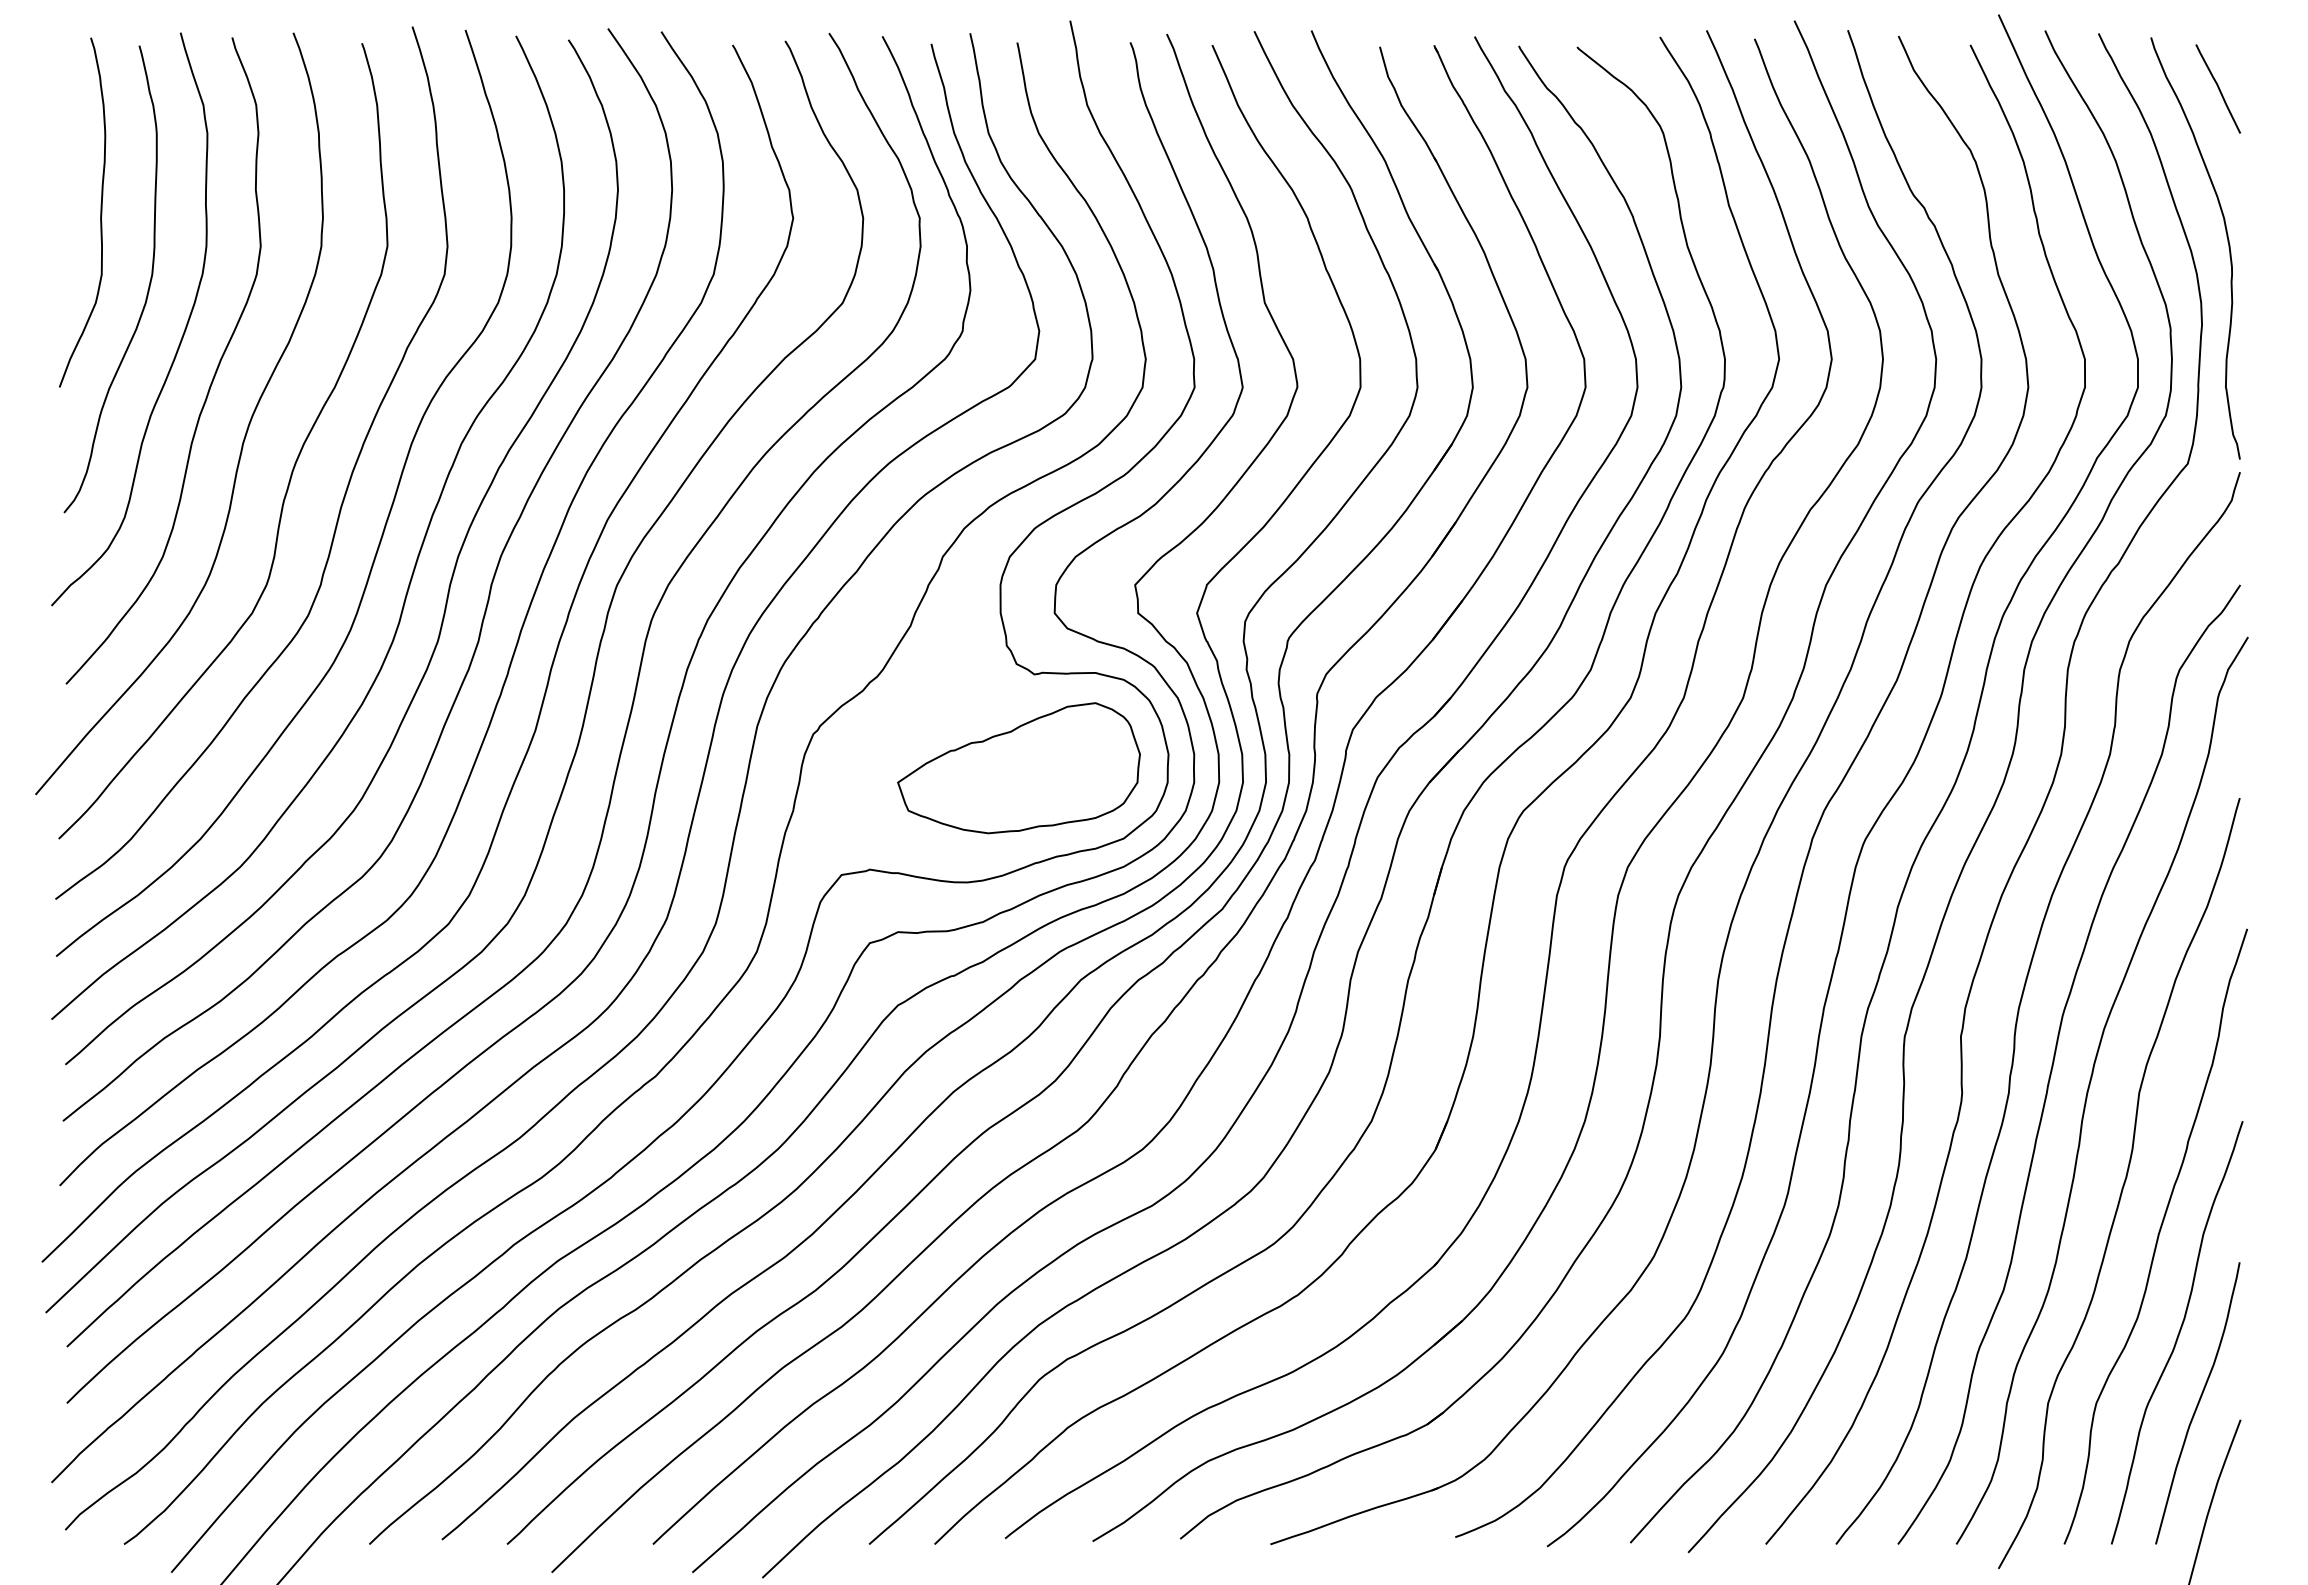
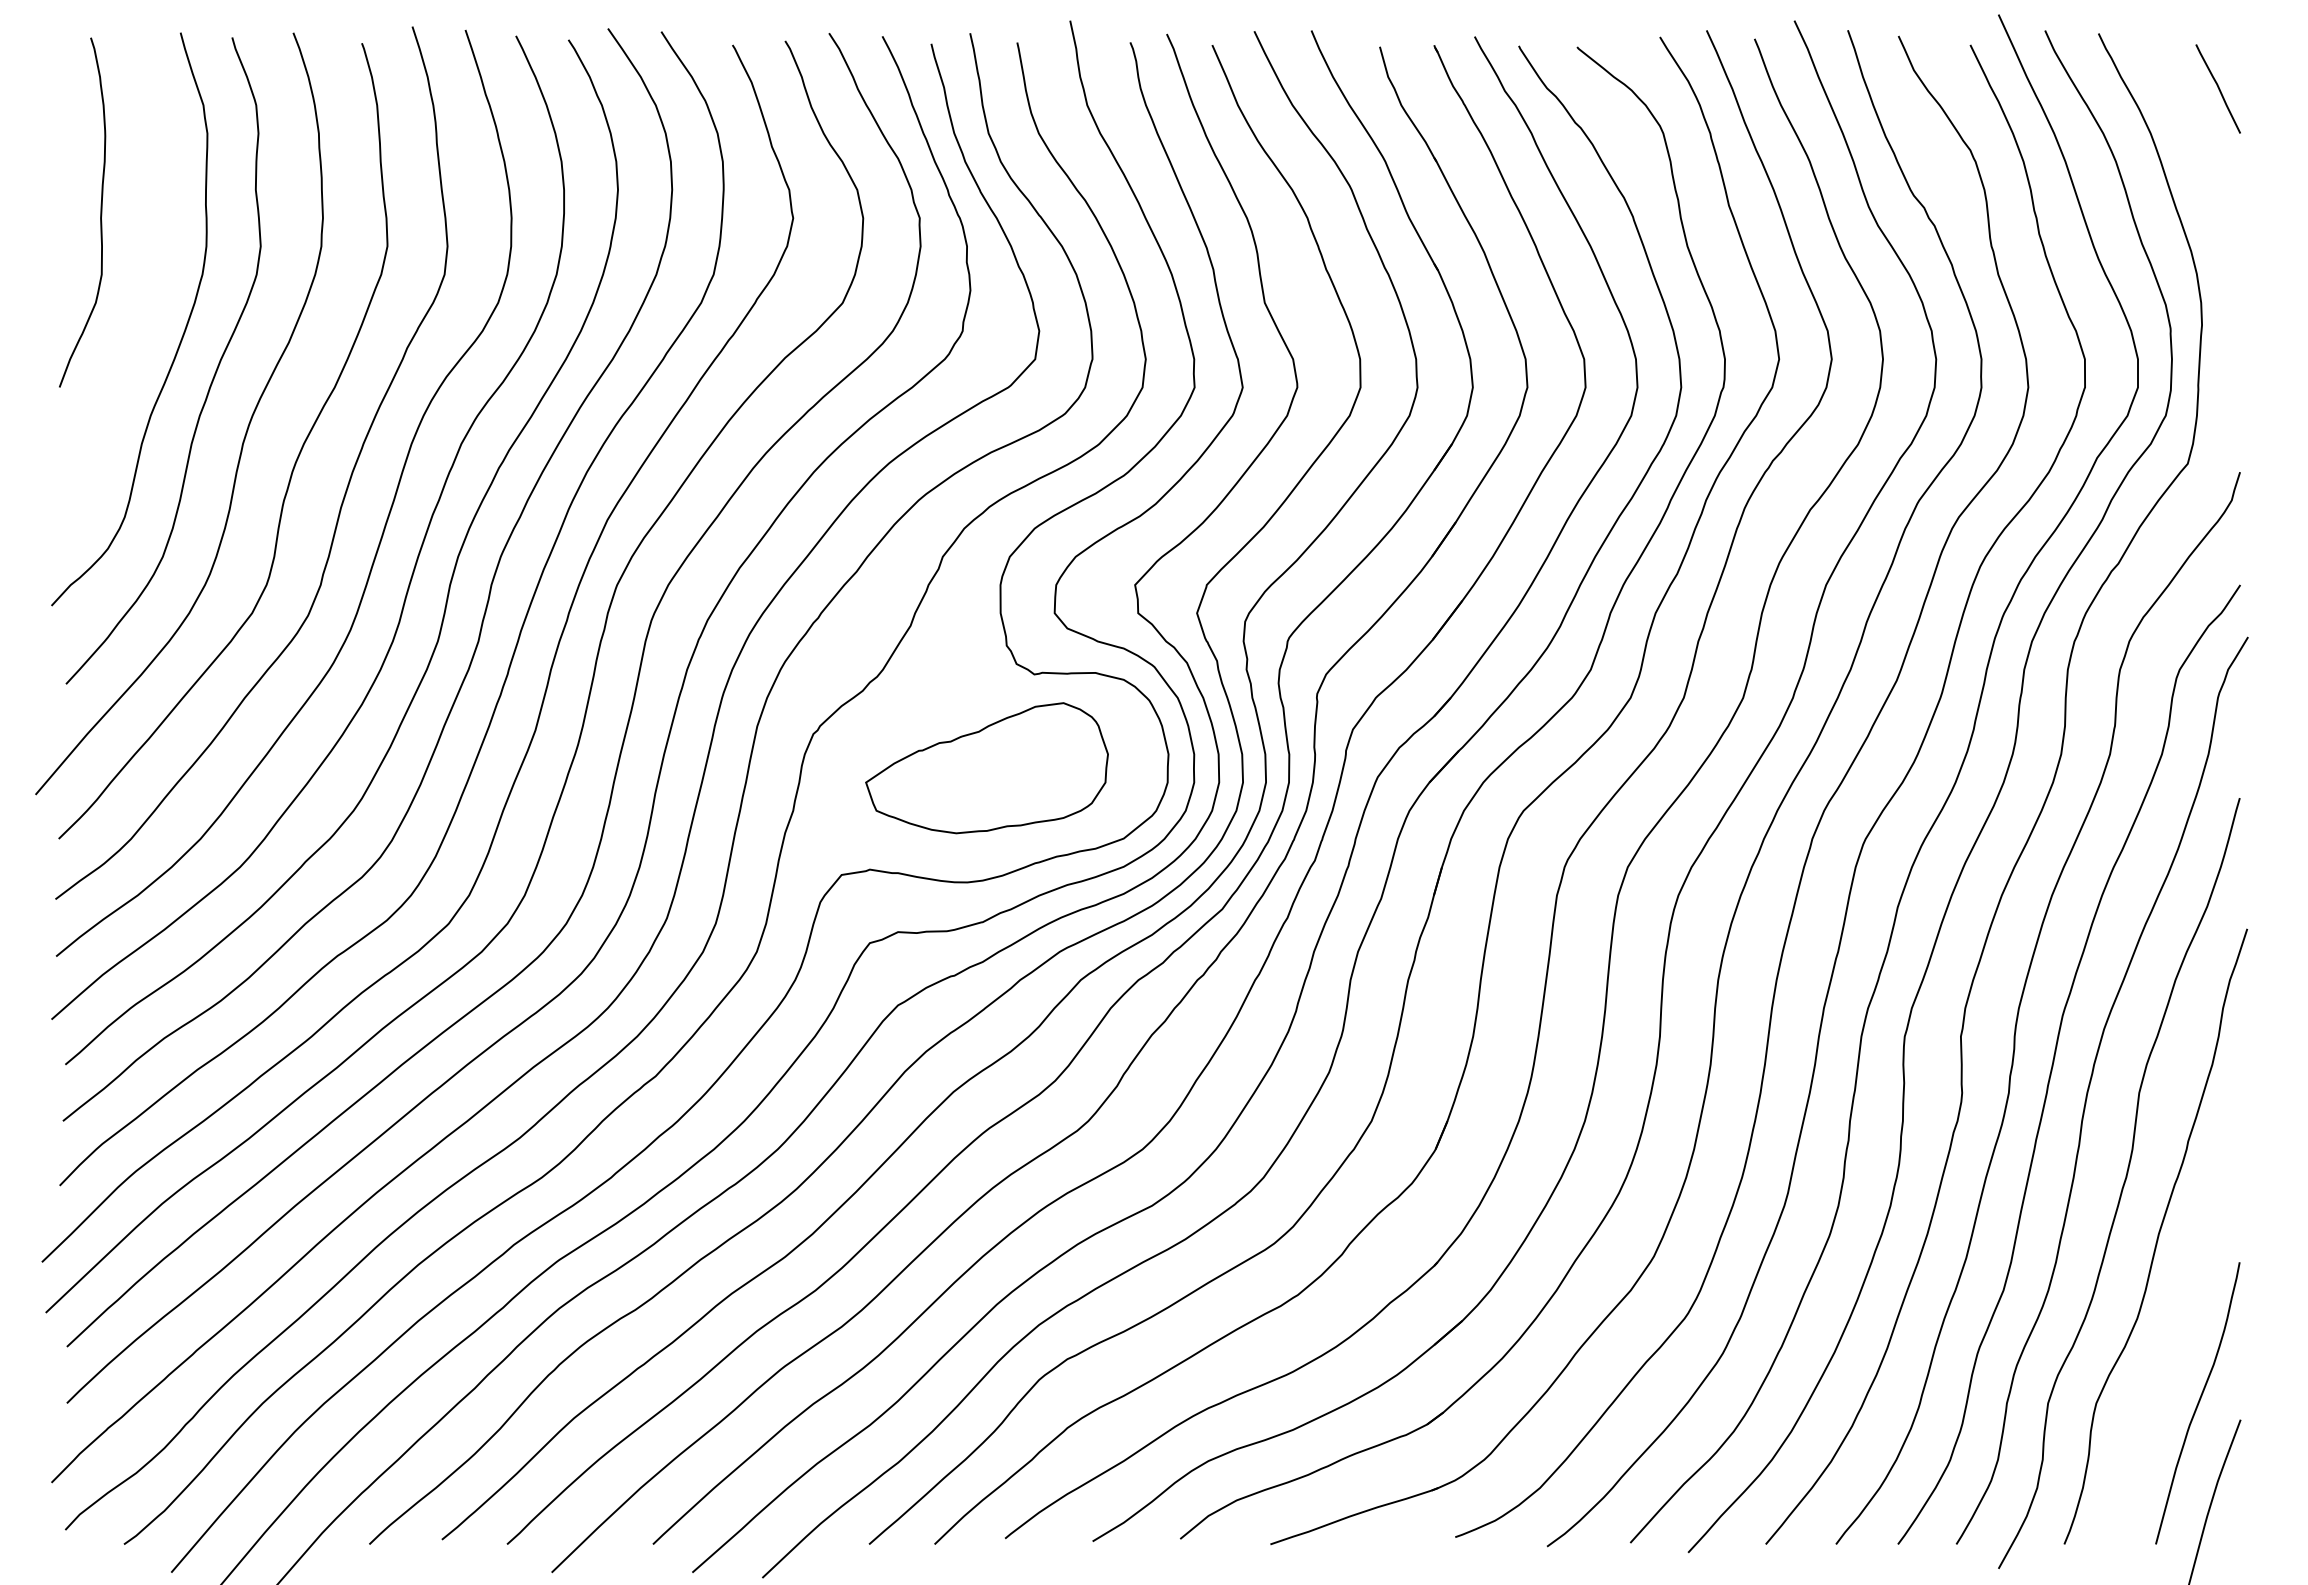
curve at (2227, 242): present -> none
curve at (147, 289): present -> none
part at (1018, 768) position: (1018, 768) -> (986, 768)
curve at (2178, 1332): present -> none
